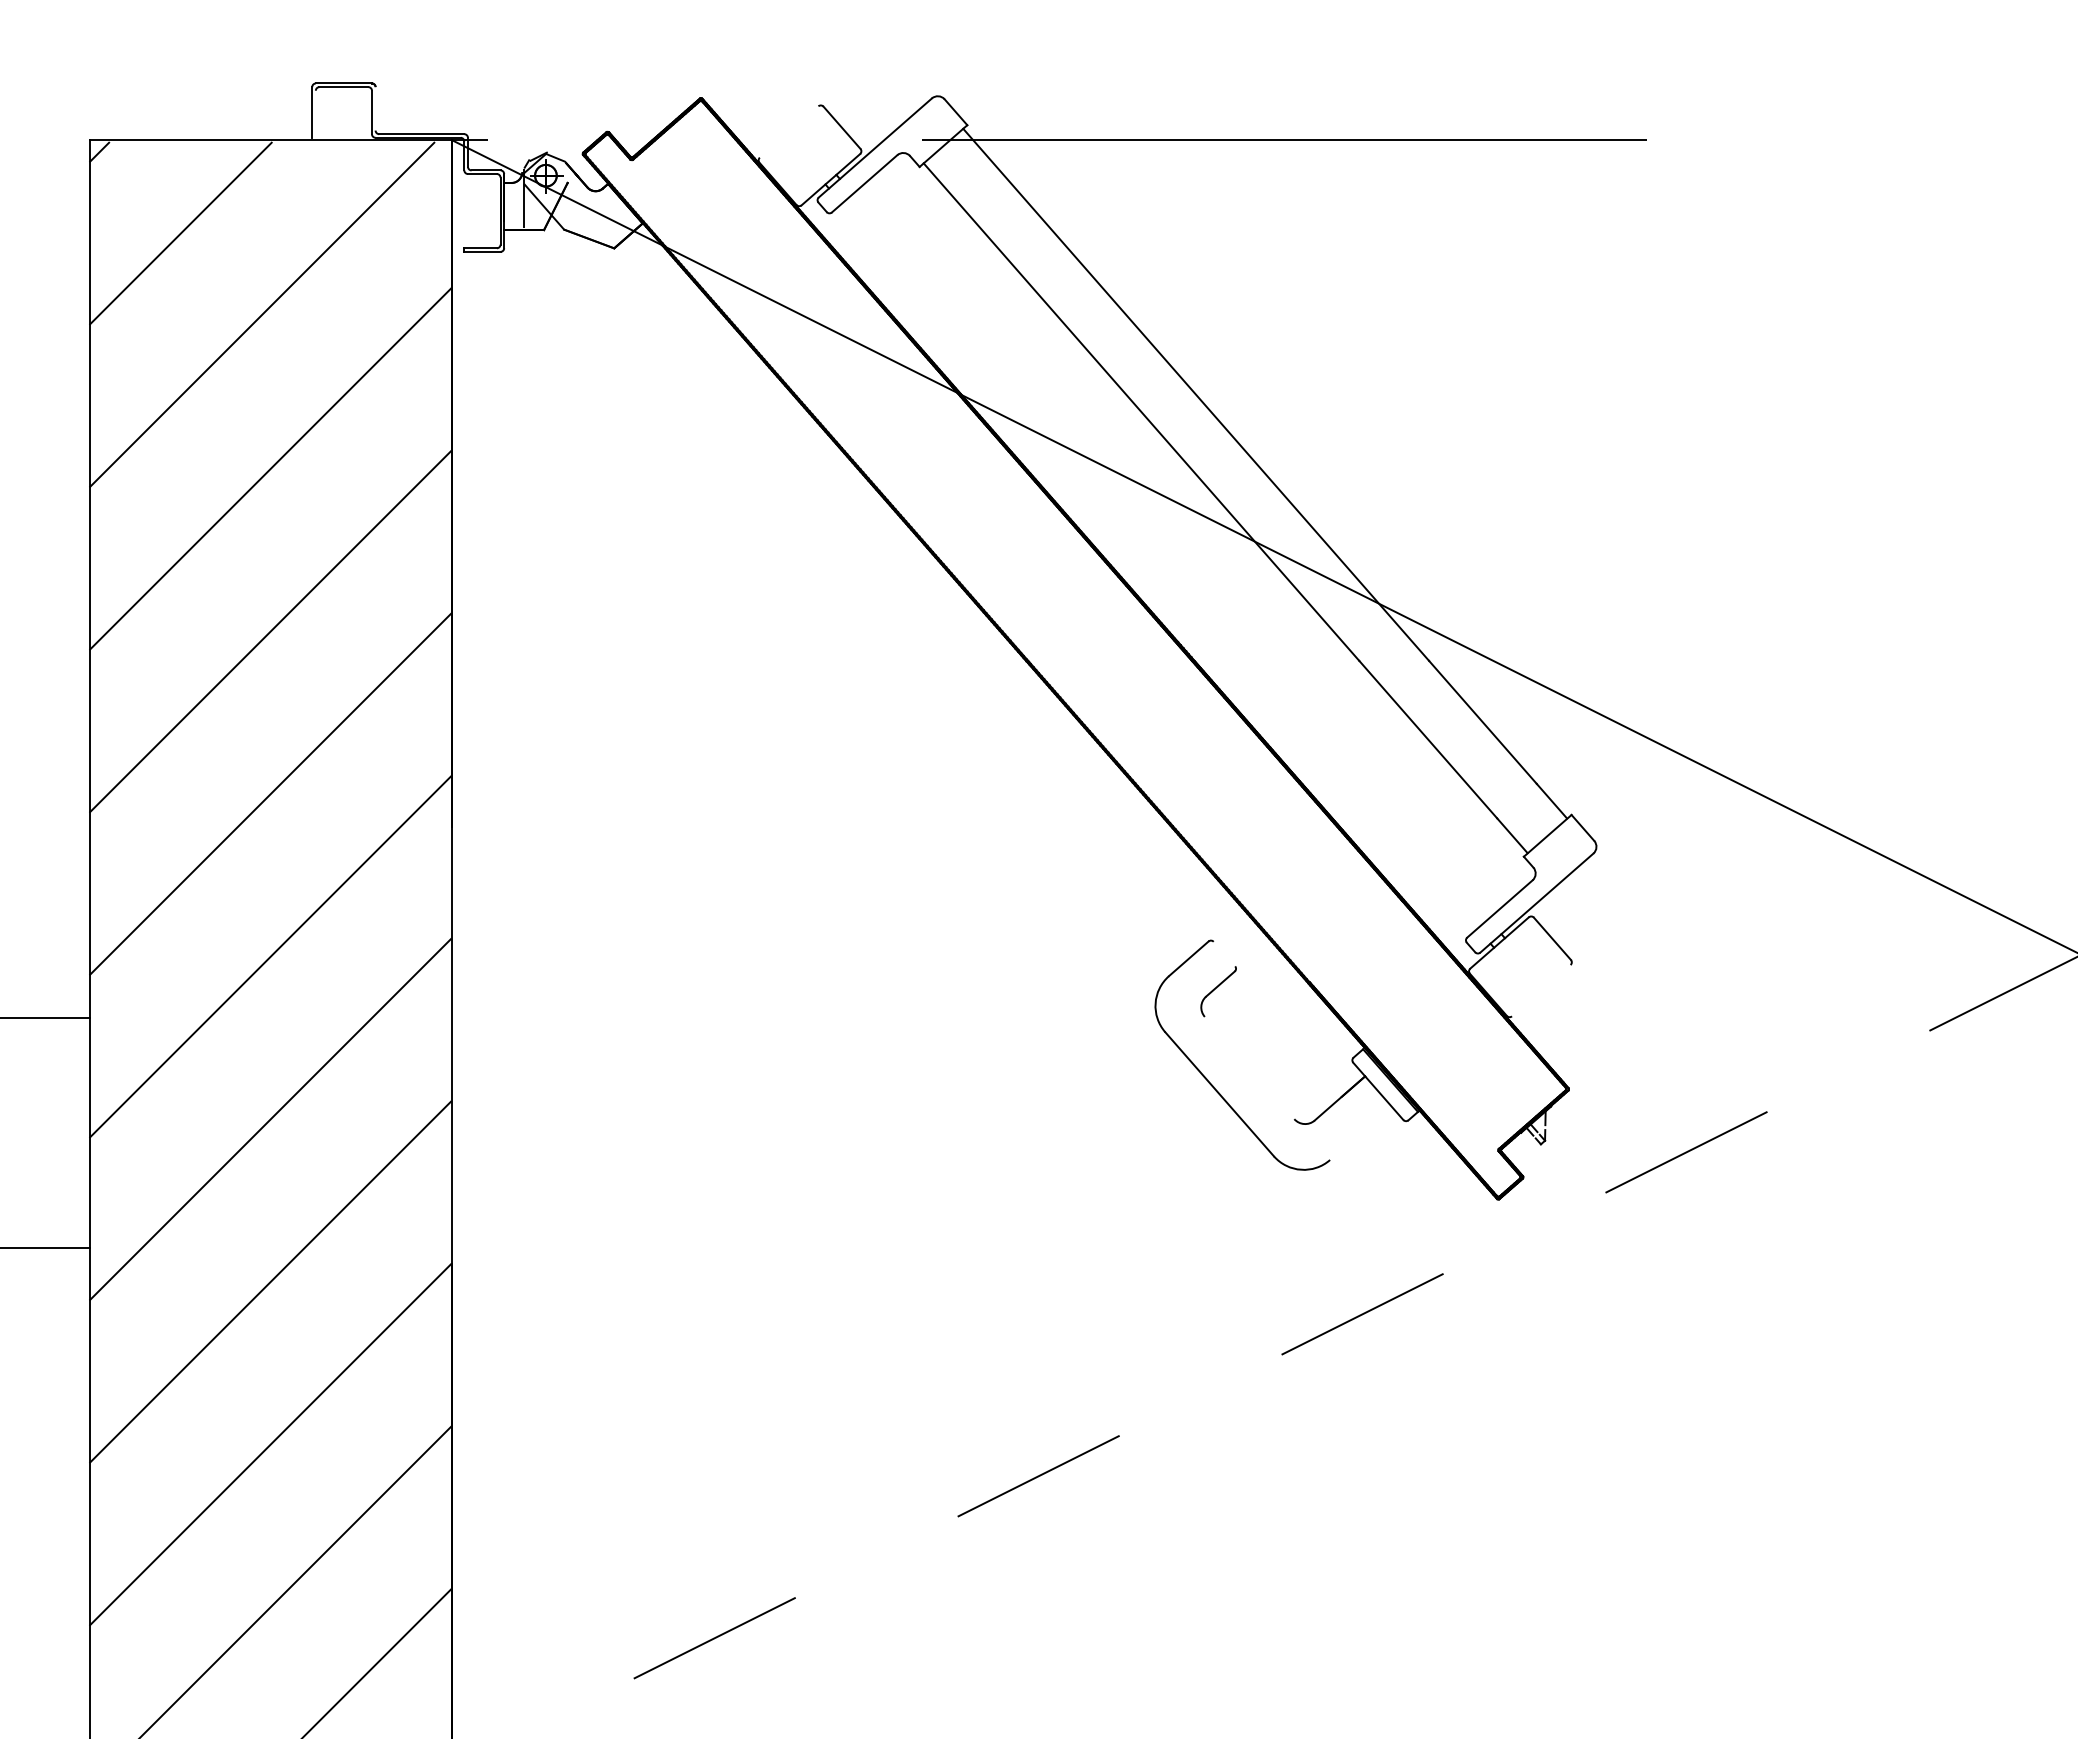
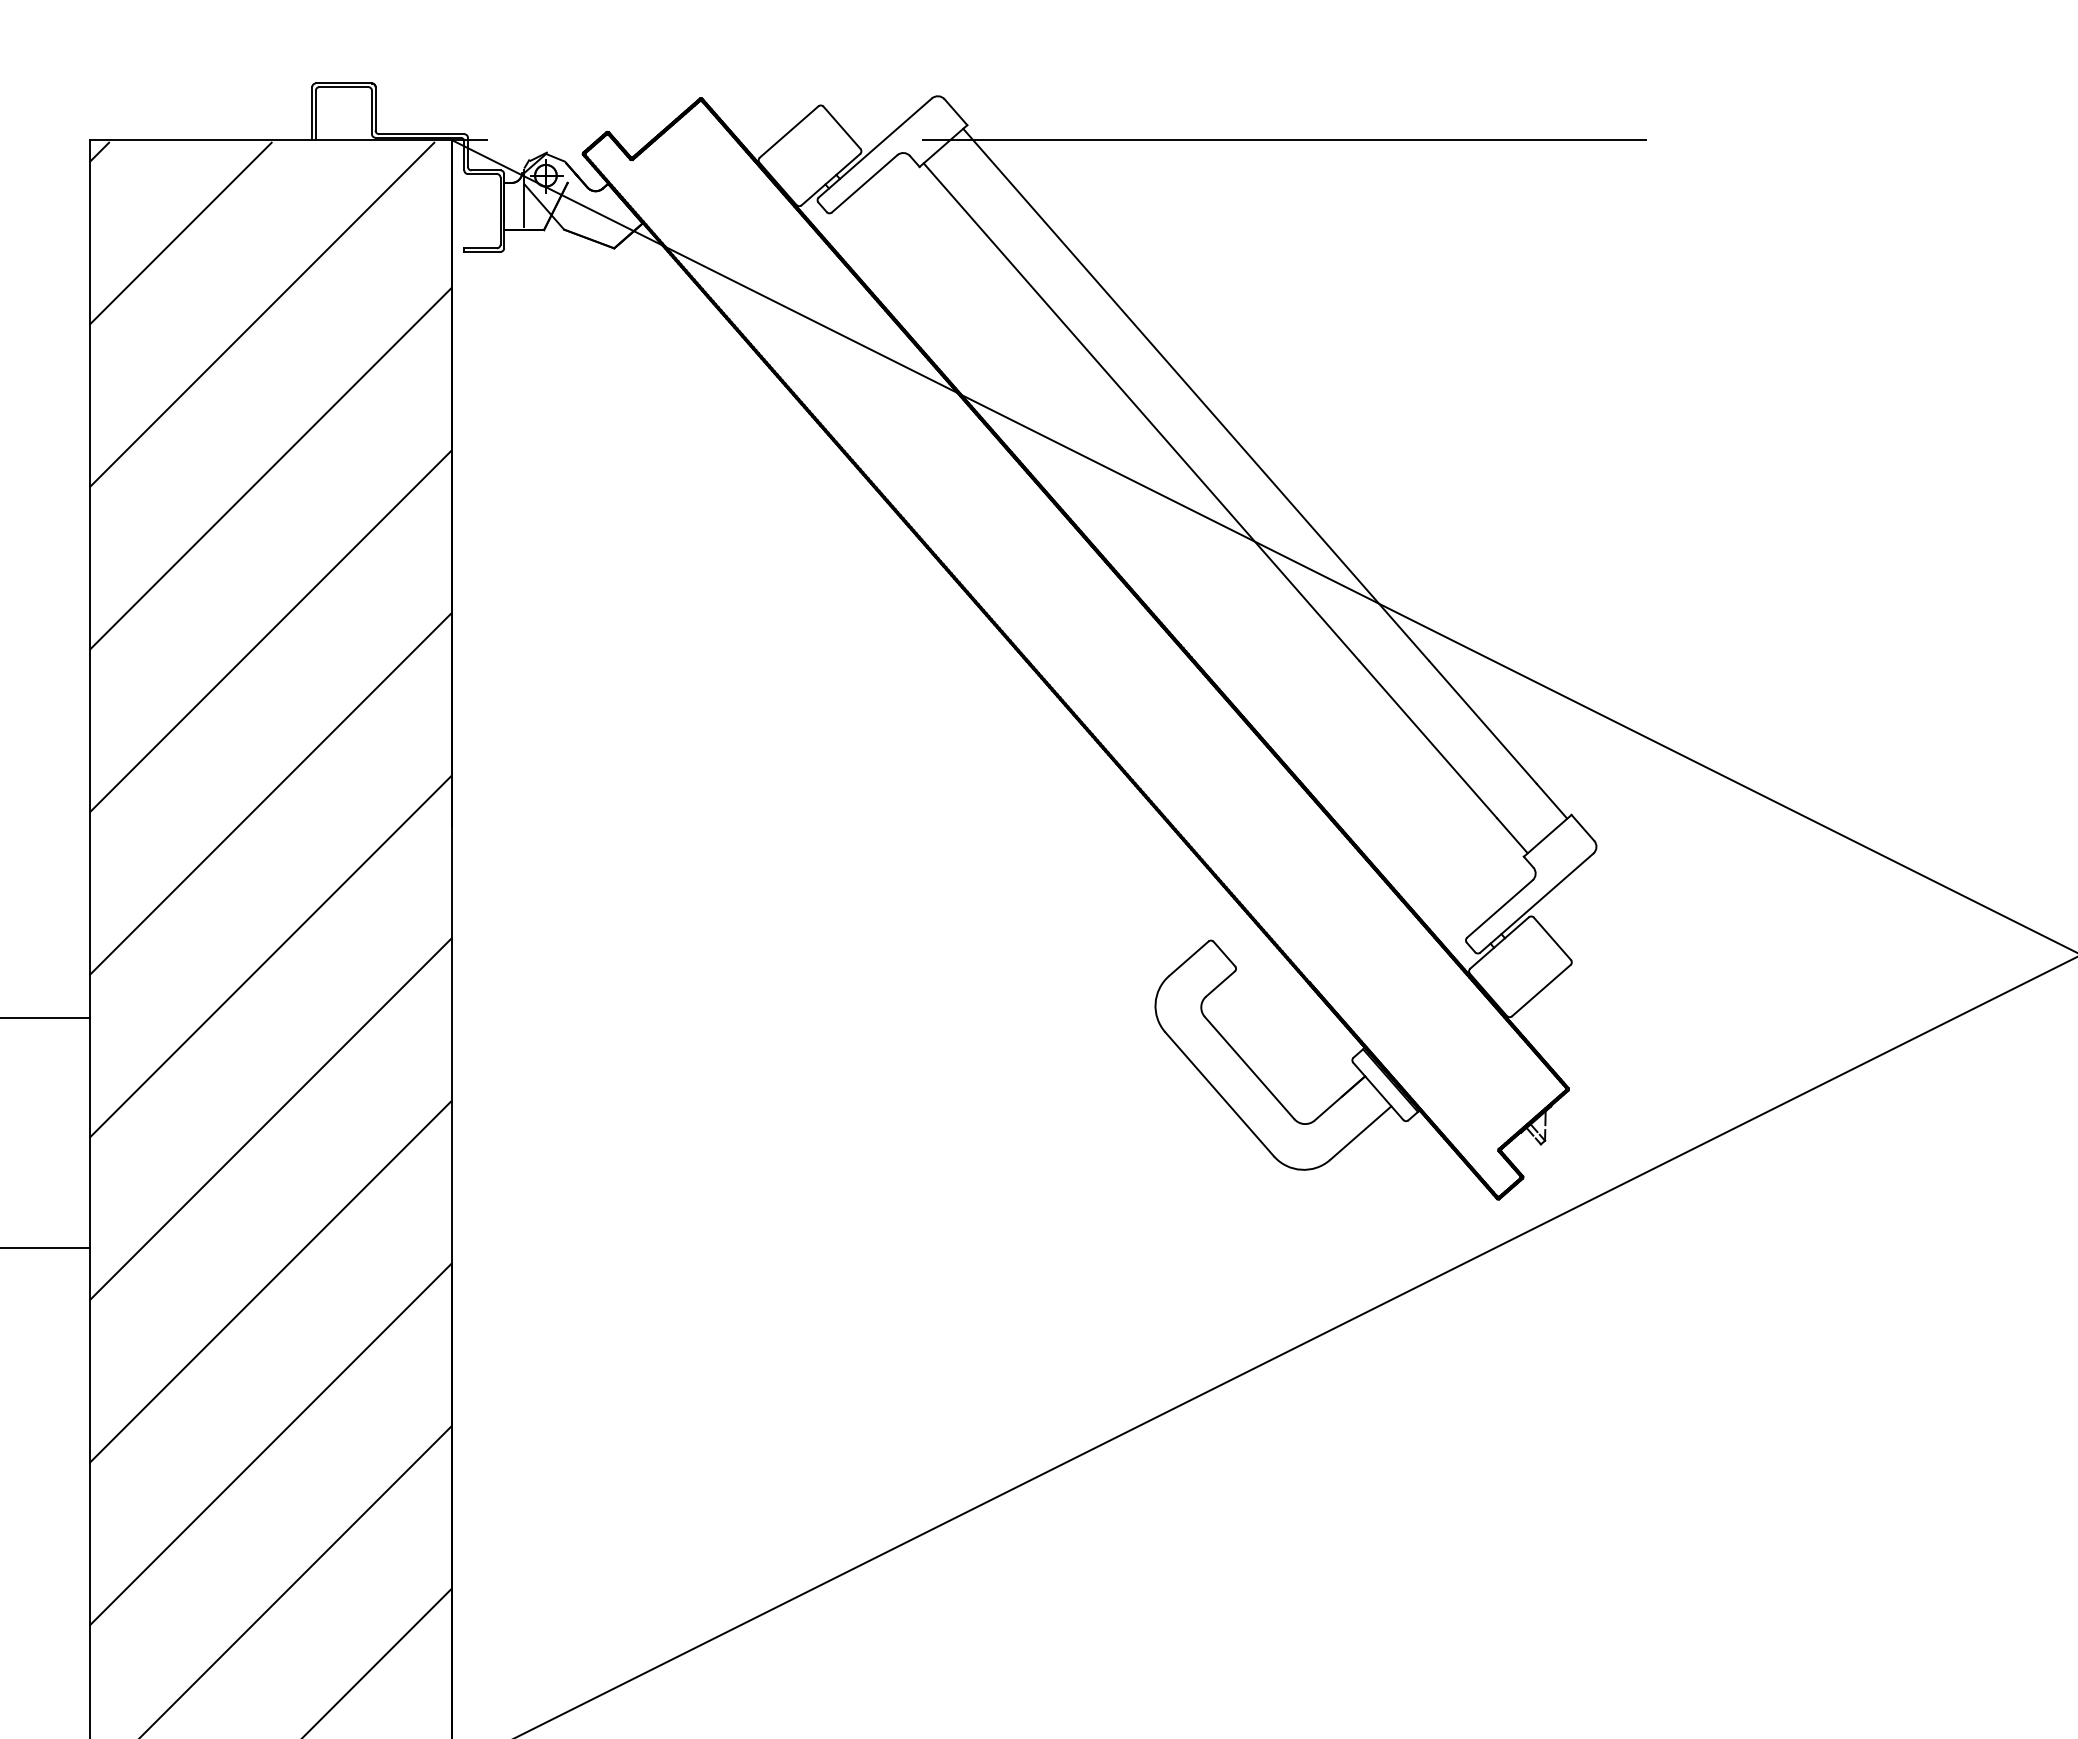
line at (375, 108): none -> present
line at (315, 113): none -> present
line at (788, 131): none -> present
line at (1224, 953): none -> present
line at (1541, 990): none -> present
line at (1249, 1067): none -> present
line at (1360, 1133): none -> present
line at (1294, 1348): dashed -> solid
